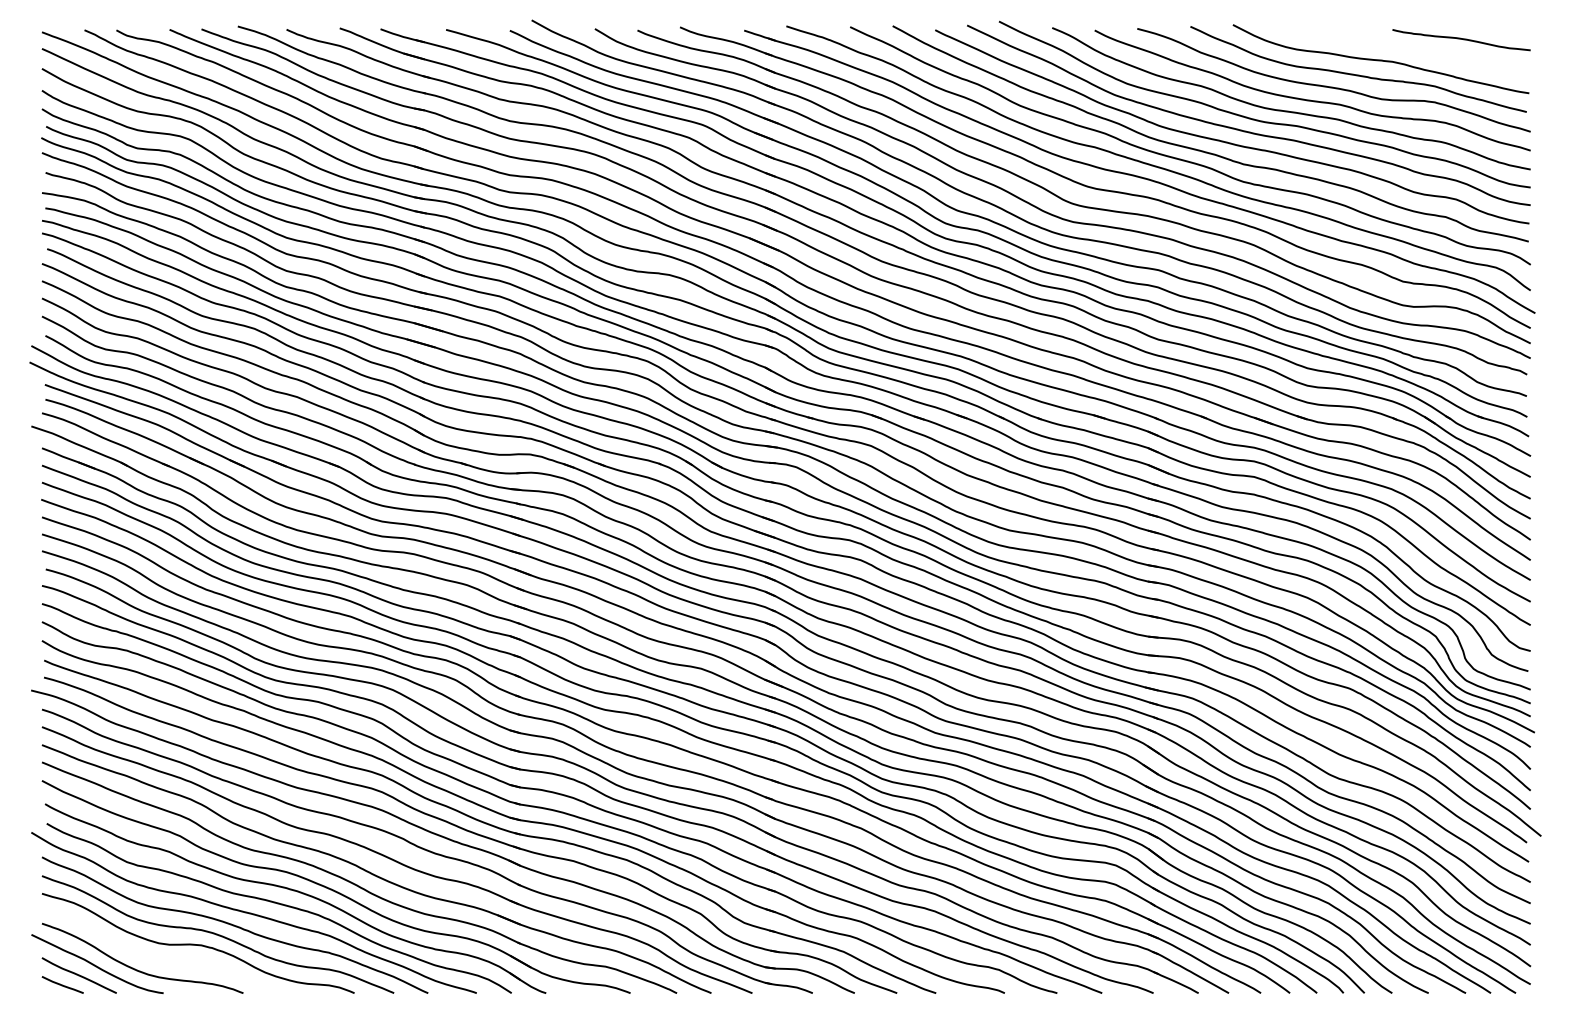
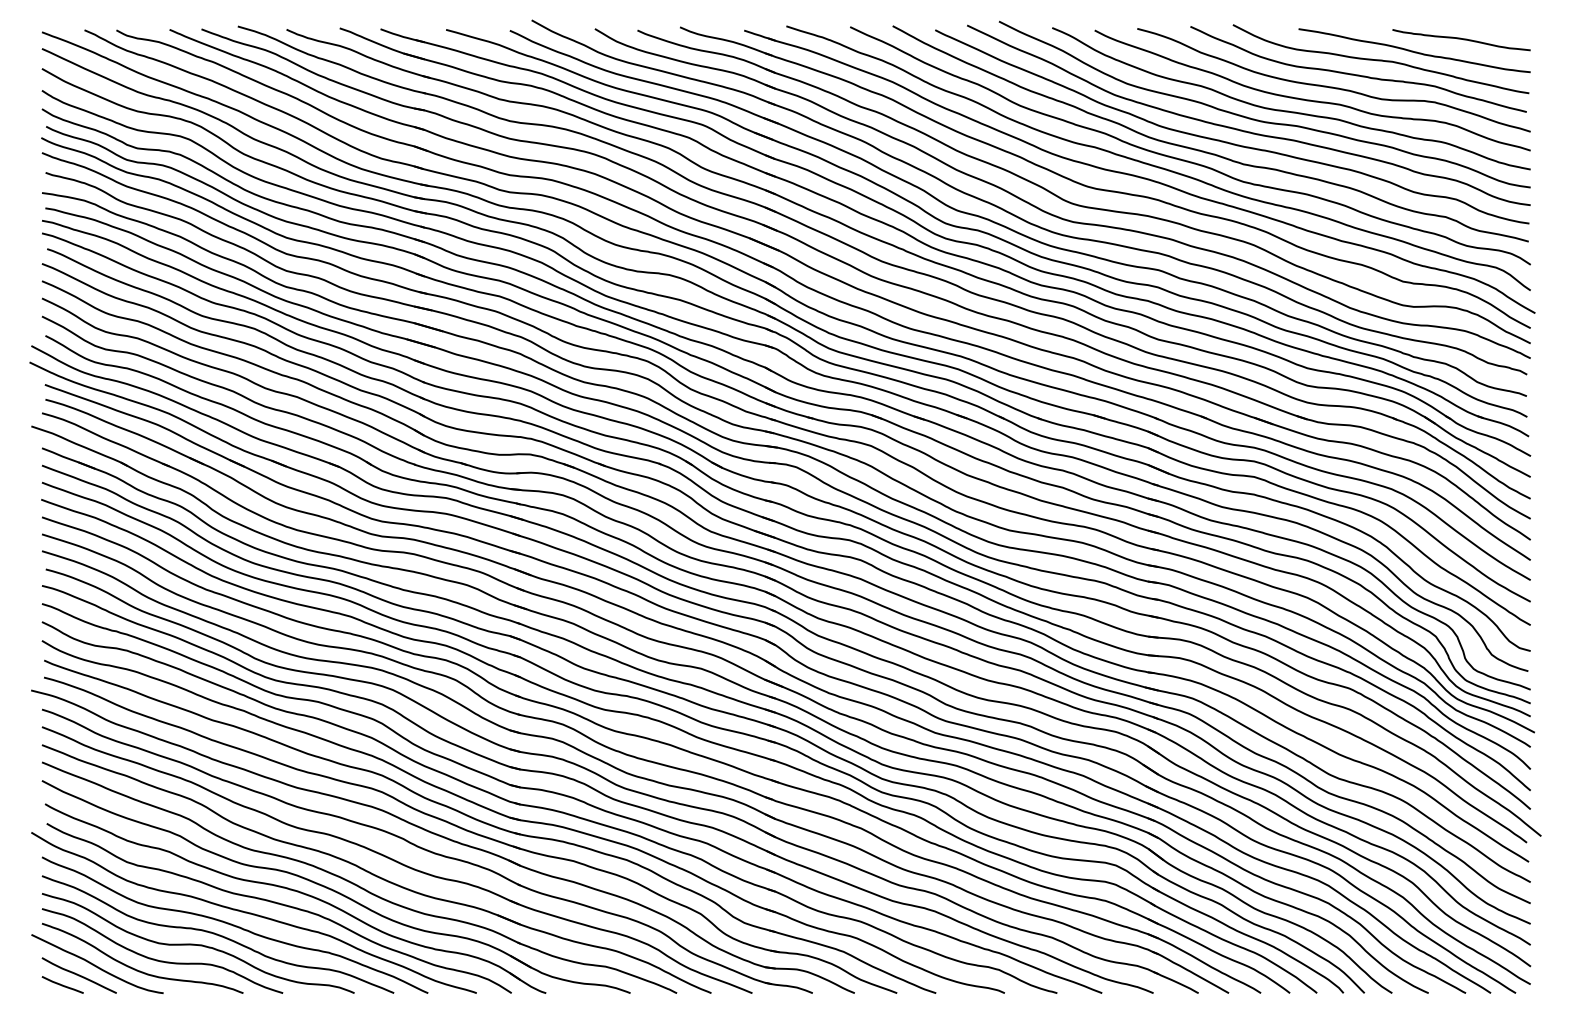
curve at (1413, 50): none -> present
curve at (158, 959): none -> present
